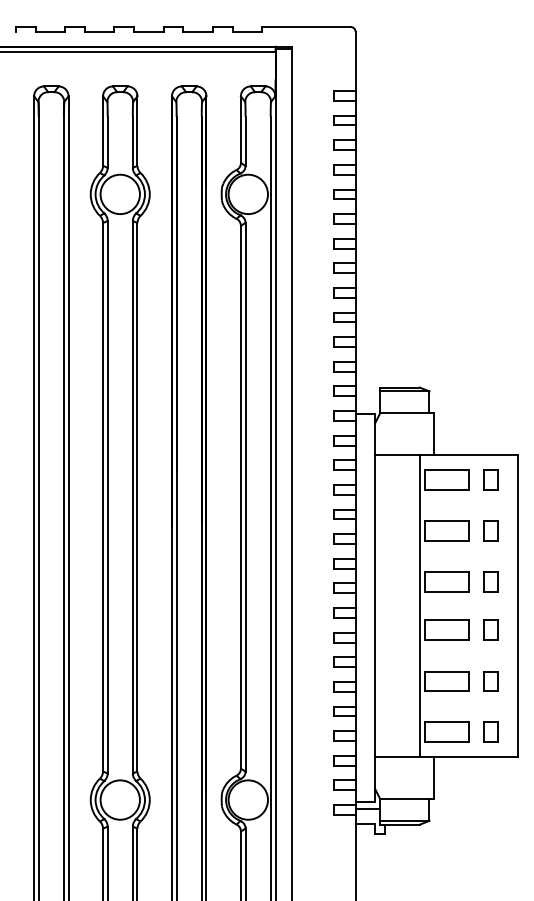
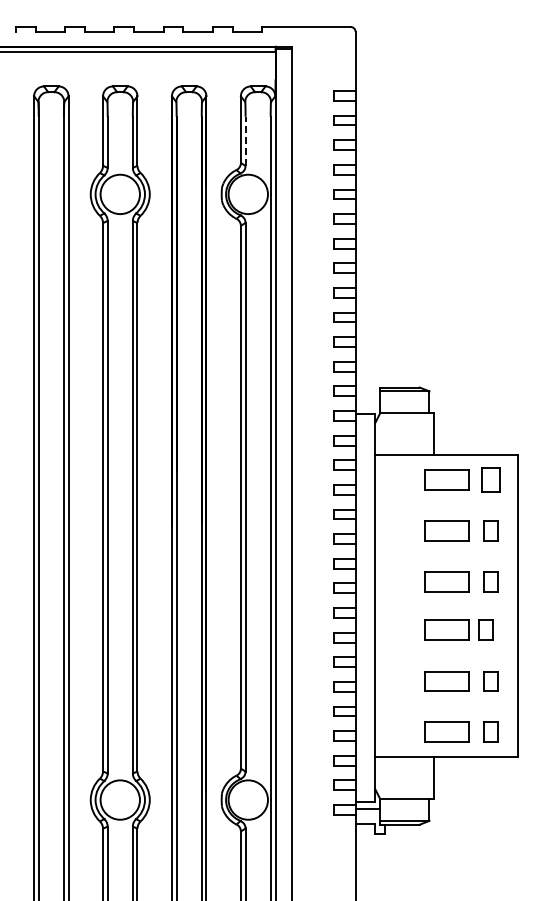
line at (245, 141): solid -> dashed
part at (490, 479) size: 16x22 px -> 20x26 px
line at (419, 605): present -> none
part at (490, 629) position: (490, 629) -> (485, 629)
